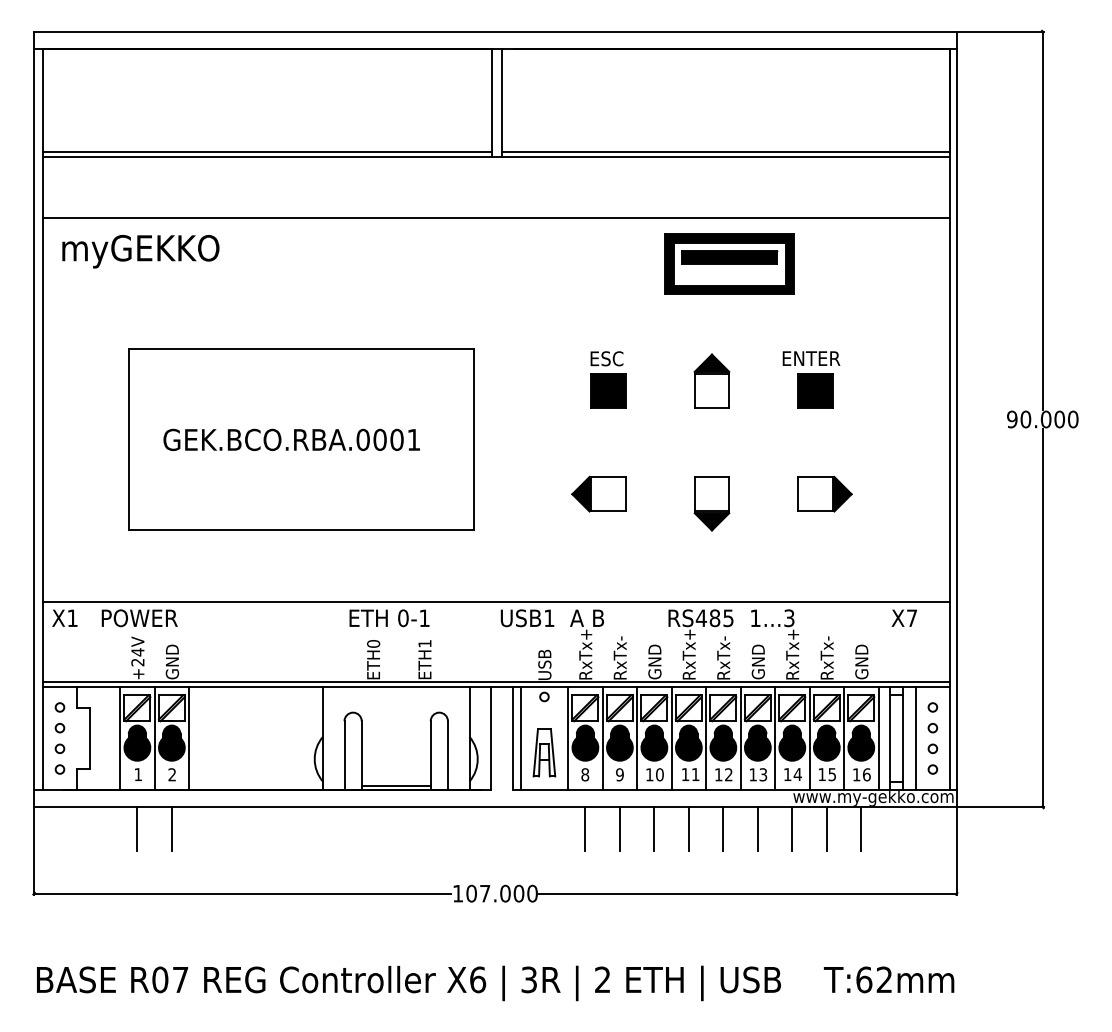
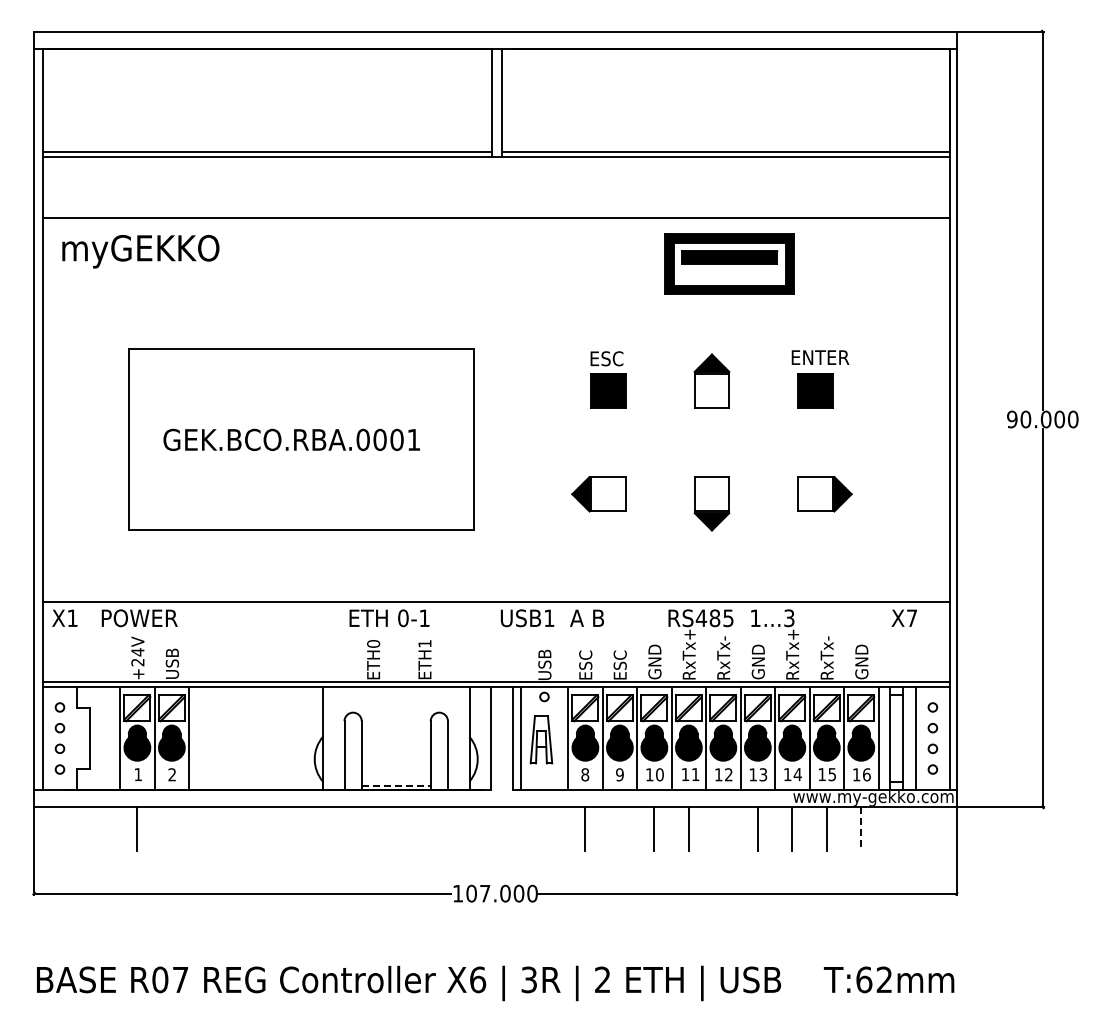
text at (811, 358) position: (811, 358) -> (820, 357)
text at (585, 653): RxTx+ -> ESC
text at (619, 656): RxTx- -> ESC
text at (172, 661): GND -> USB
part at (544, 752) position: (544, 752) -> (541, 739)
line at (396, 785): solid -> dashed
line at (171, 828): present -> none
line at (619, 828): present -> none
line at (723, 828): present -> none
line at (861, 829): solid -> dashed
